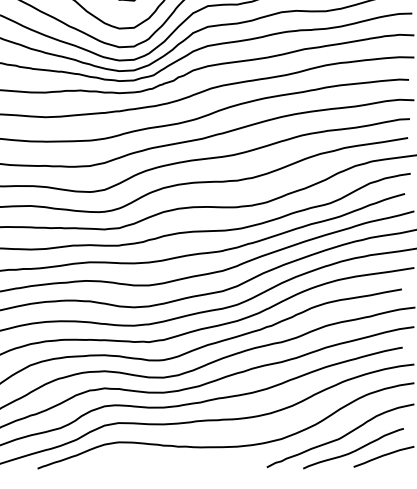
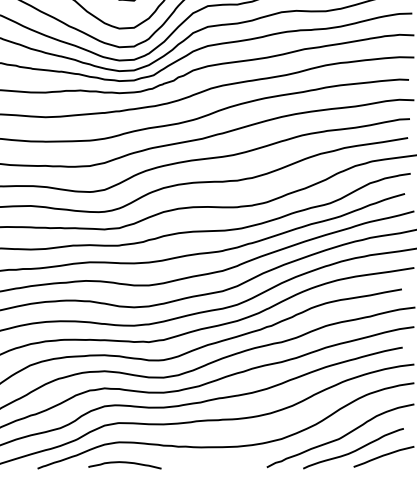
curve at (124, 463): none -> present
